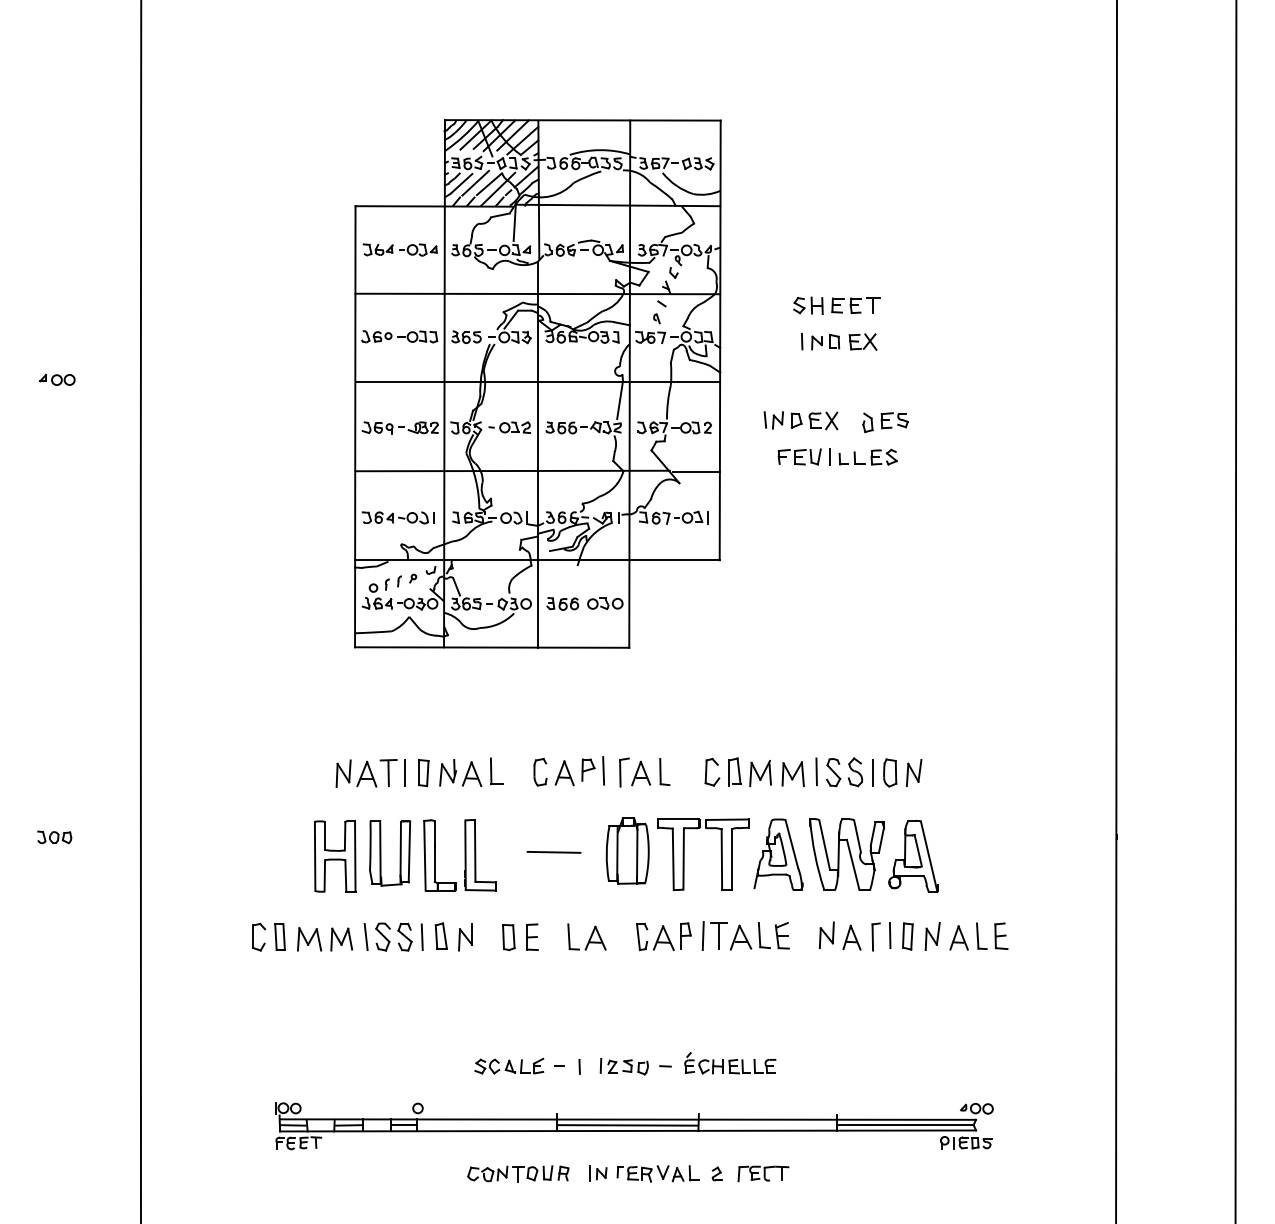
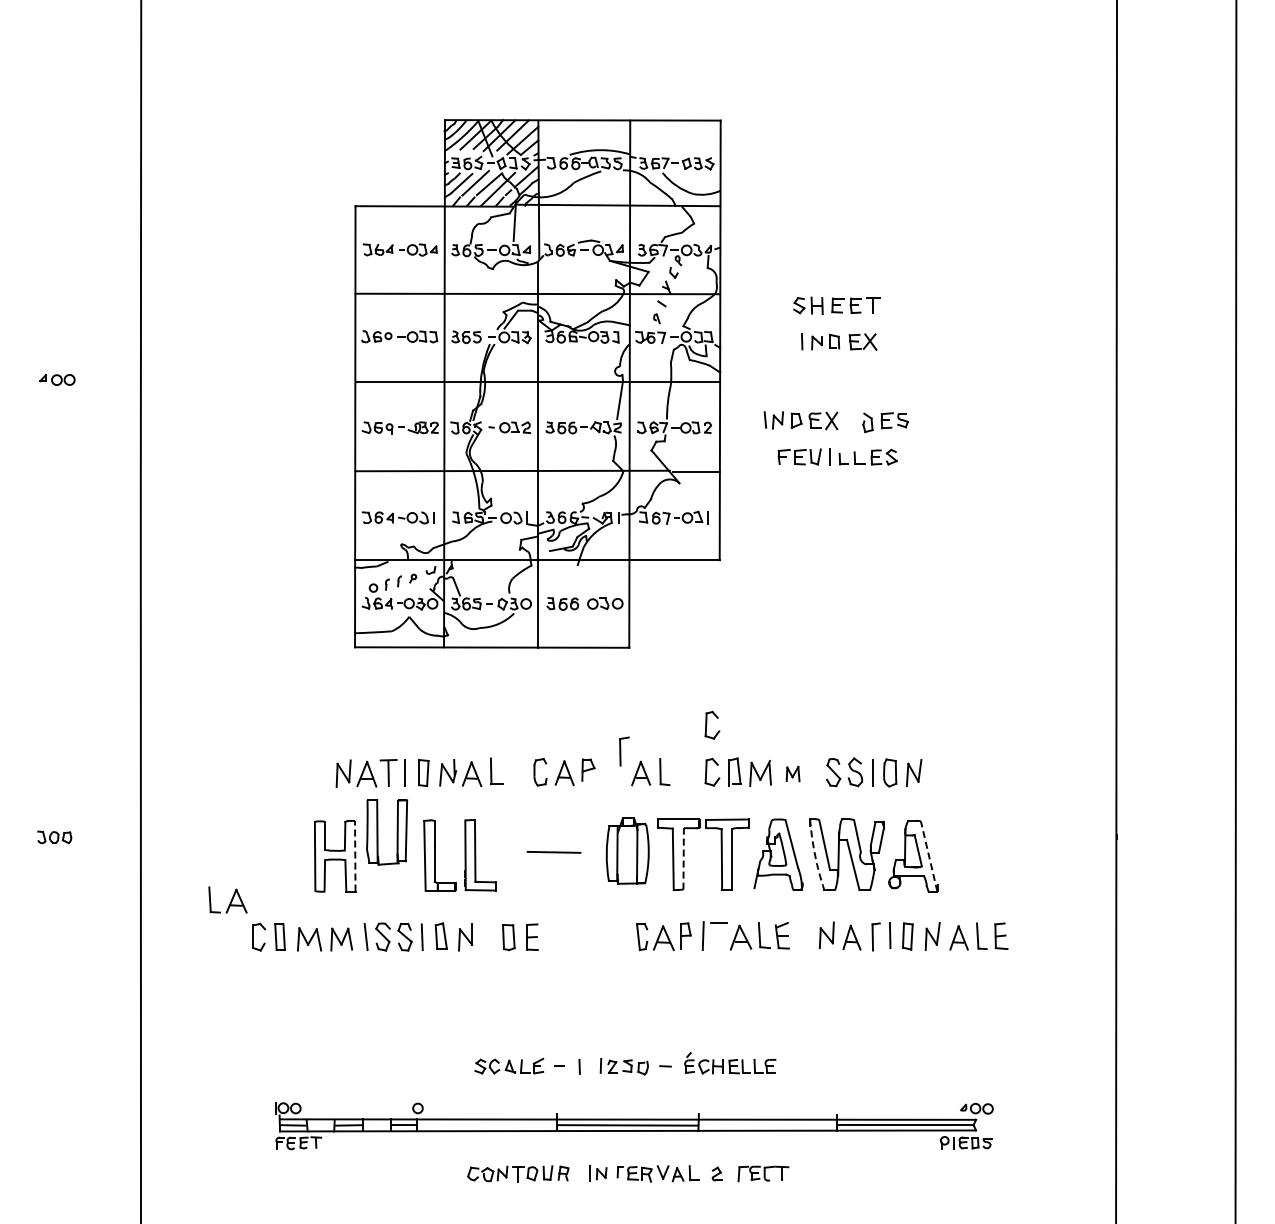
part at (712, 724): none -> present
line at (603, 770): present -> none
line at (816, 771): present -> none
part at (624, 772) position: (624, 772) -> (624, 751)
part at (792, 773) size: 24x26 px -> 16x17 px
part at (381, 853) position: (381, 853) -> (378, 832)
arc at (815, 854): solid -> dashed
line at (355, 855): solid -> dashed
line at (929, 856): solid -> dashed
line at (683, 858): solid -> dashed
part at (586, 936) position: (586, 936) -> (227, 899)
line at (719, 936): present -> none
